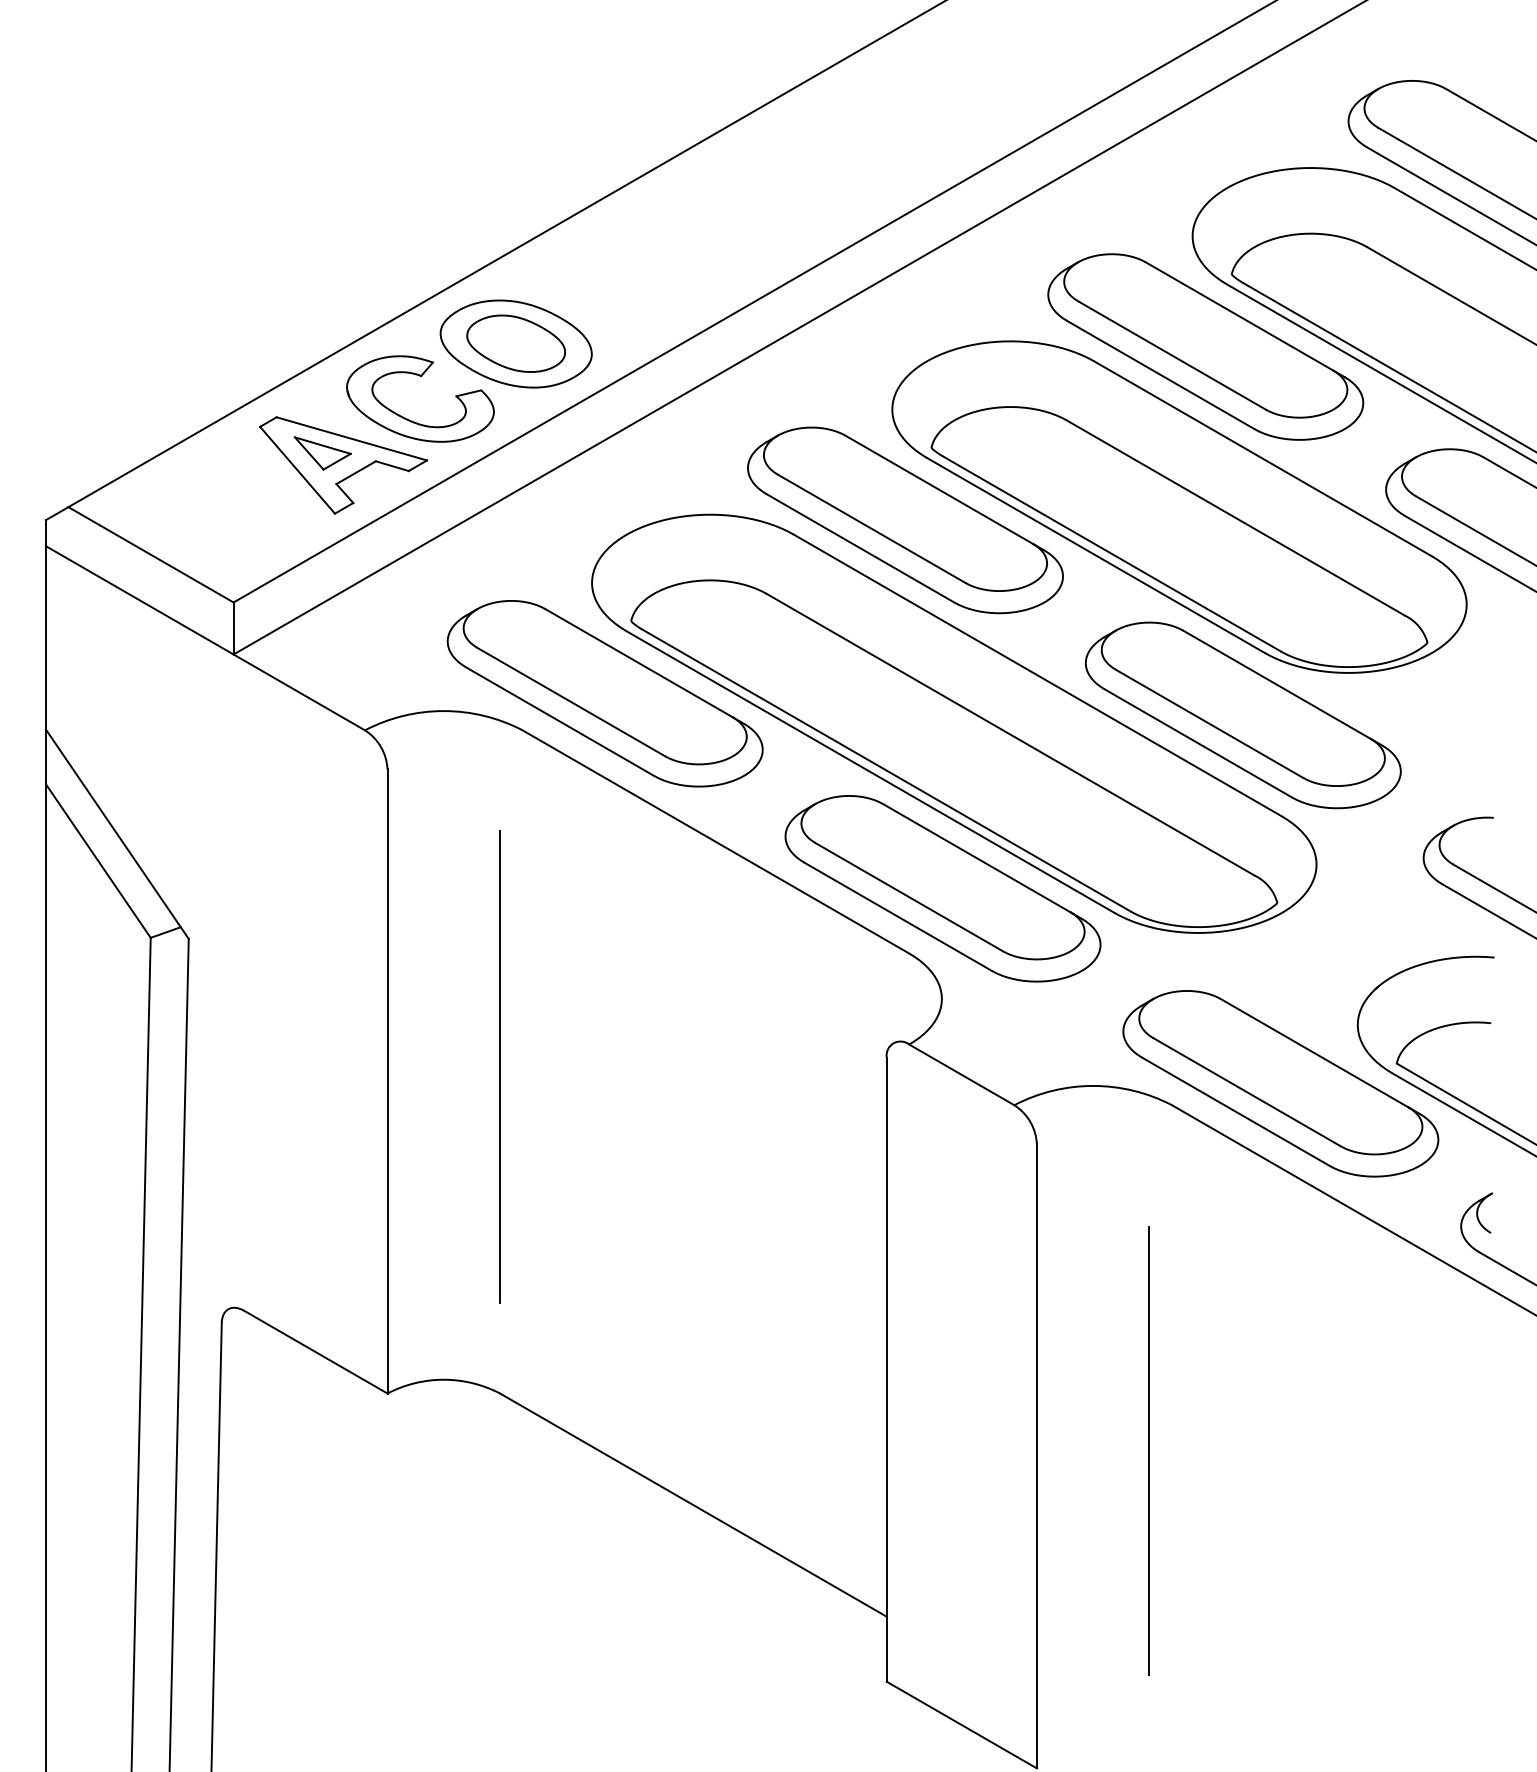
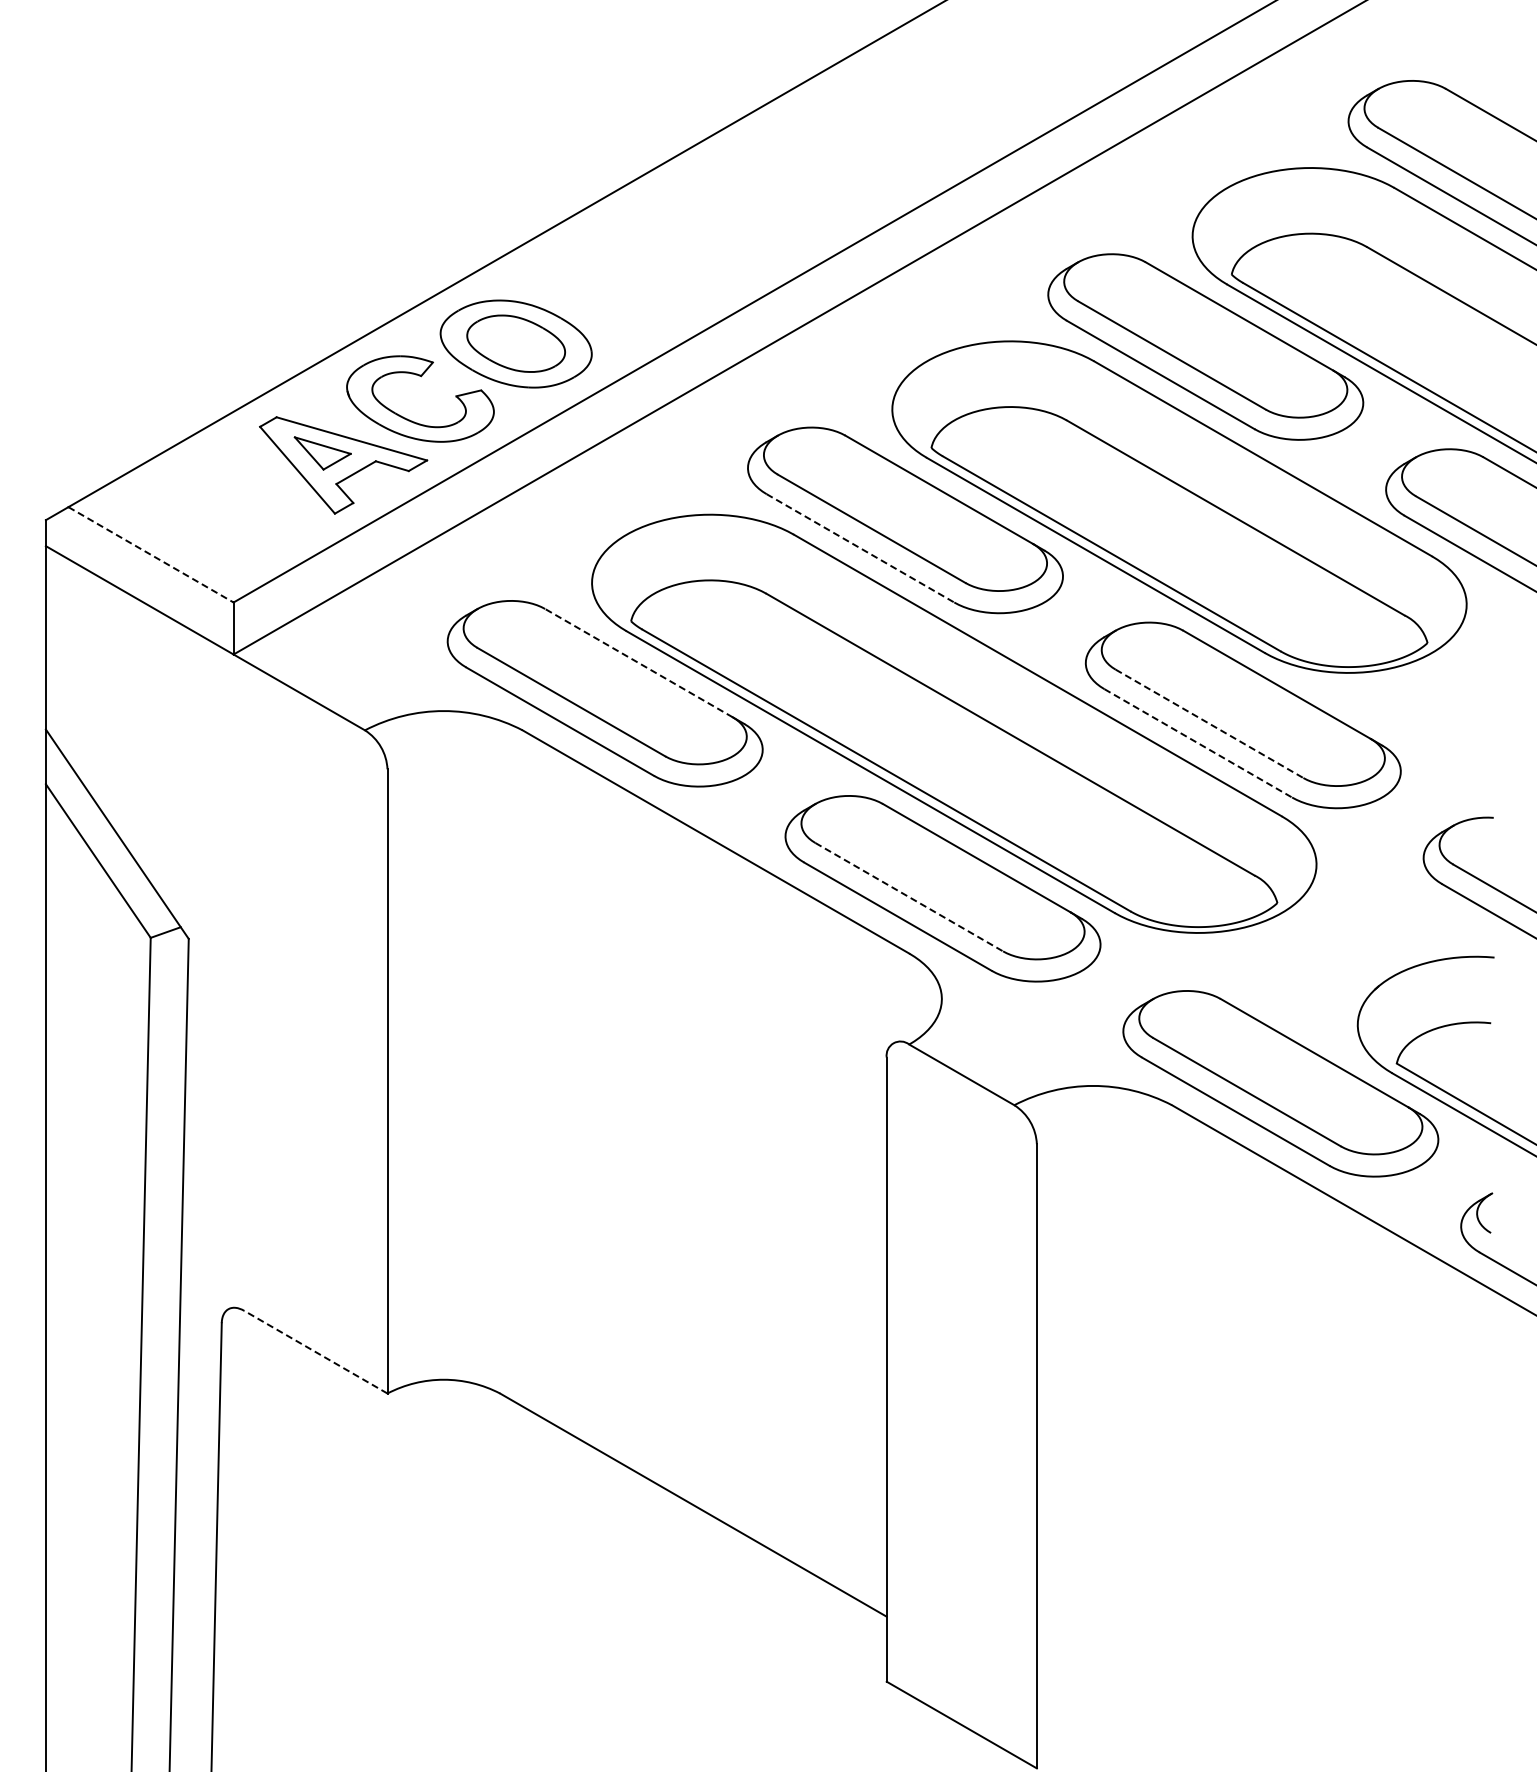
line at (860, 548): solid -> dashed
line at (151, 555): solid -> dashed
line at (638, 662): solid -> dashed
line at (1209, 724): solid -> dashed
line at (1198, 743): solid -> dashed
line at (909, 897): solid -> dashed
line at (500, 1067): present -> none
line at (315, 1352): solid -> dashed
line at (1149, 1450): present -> none
